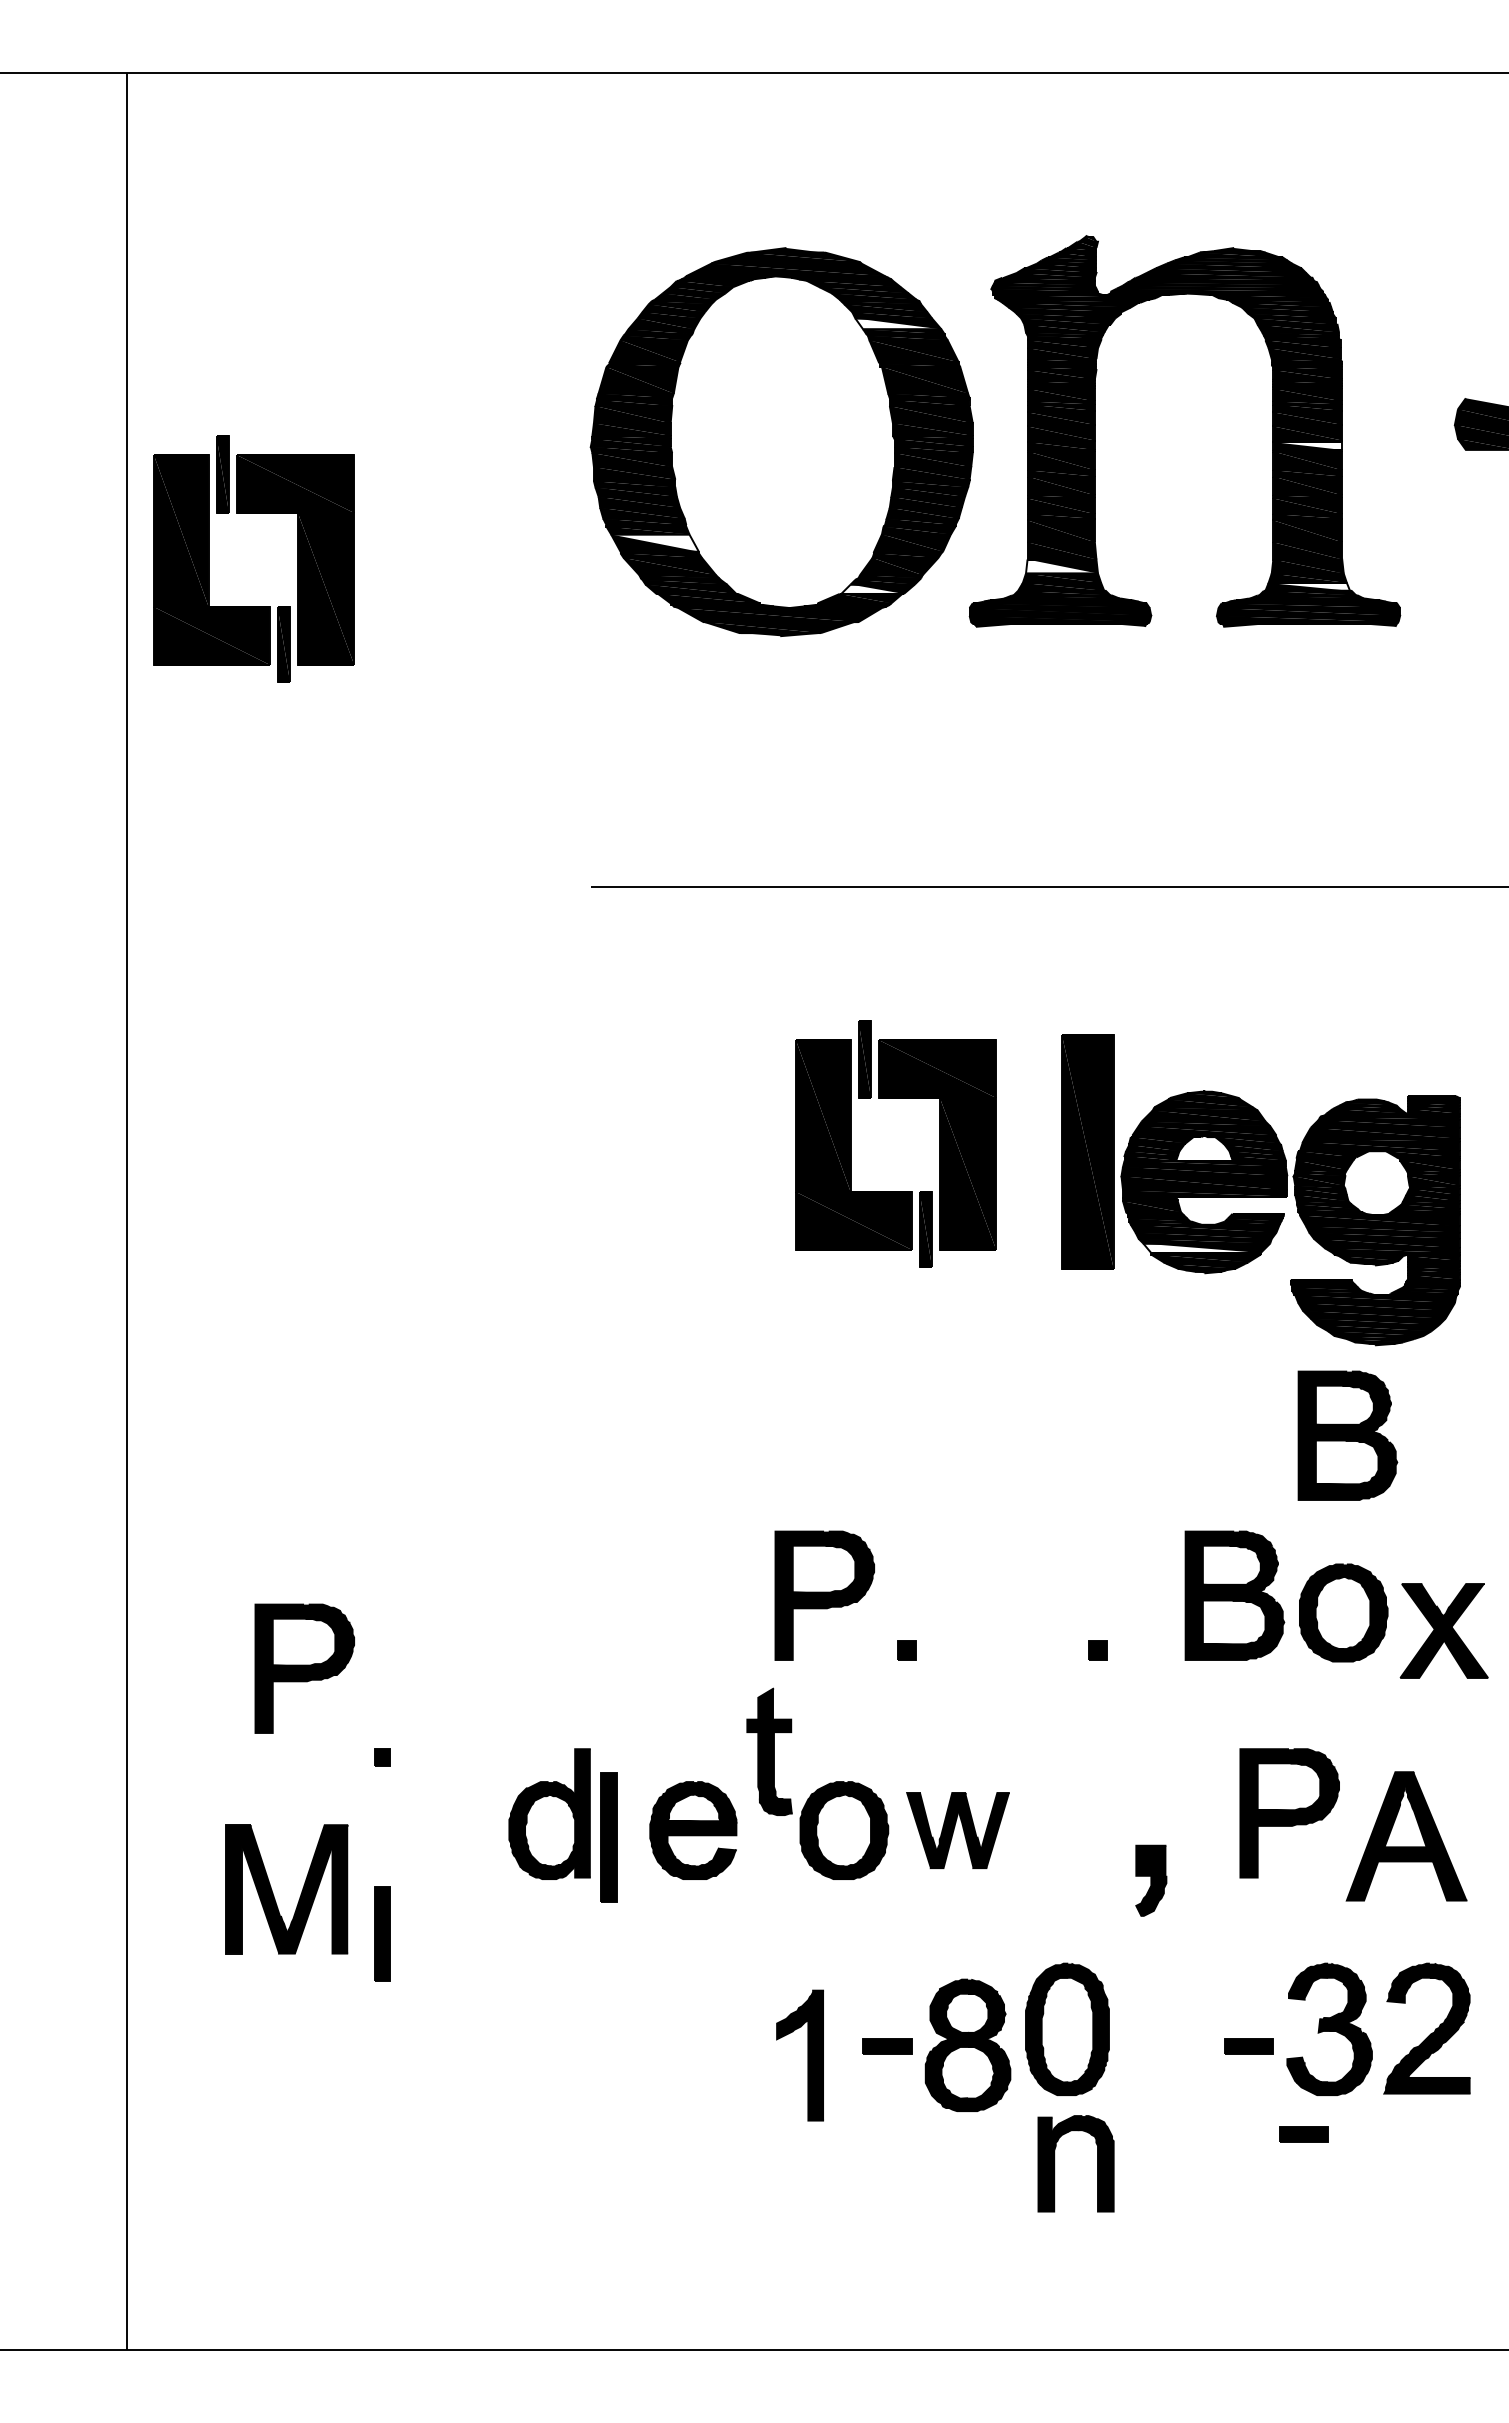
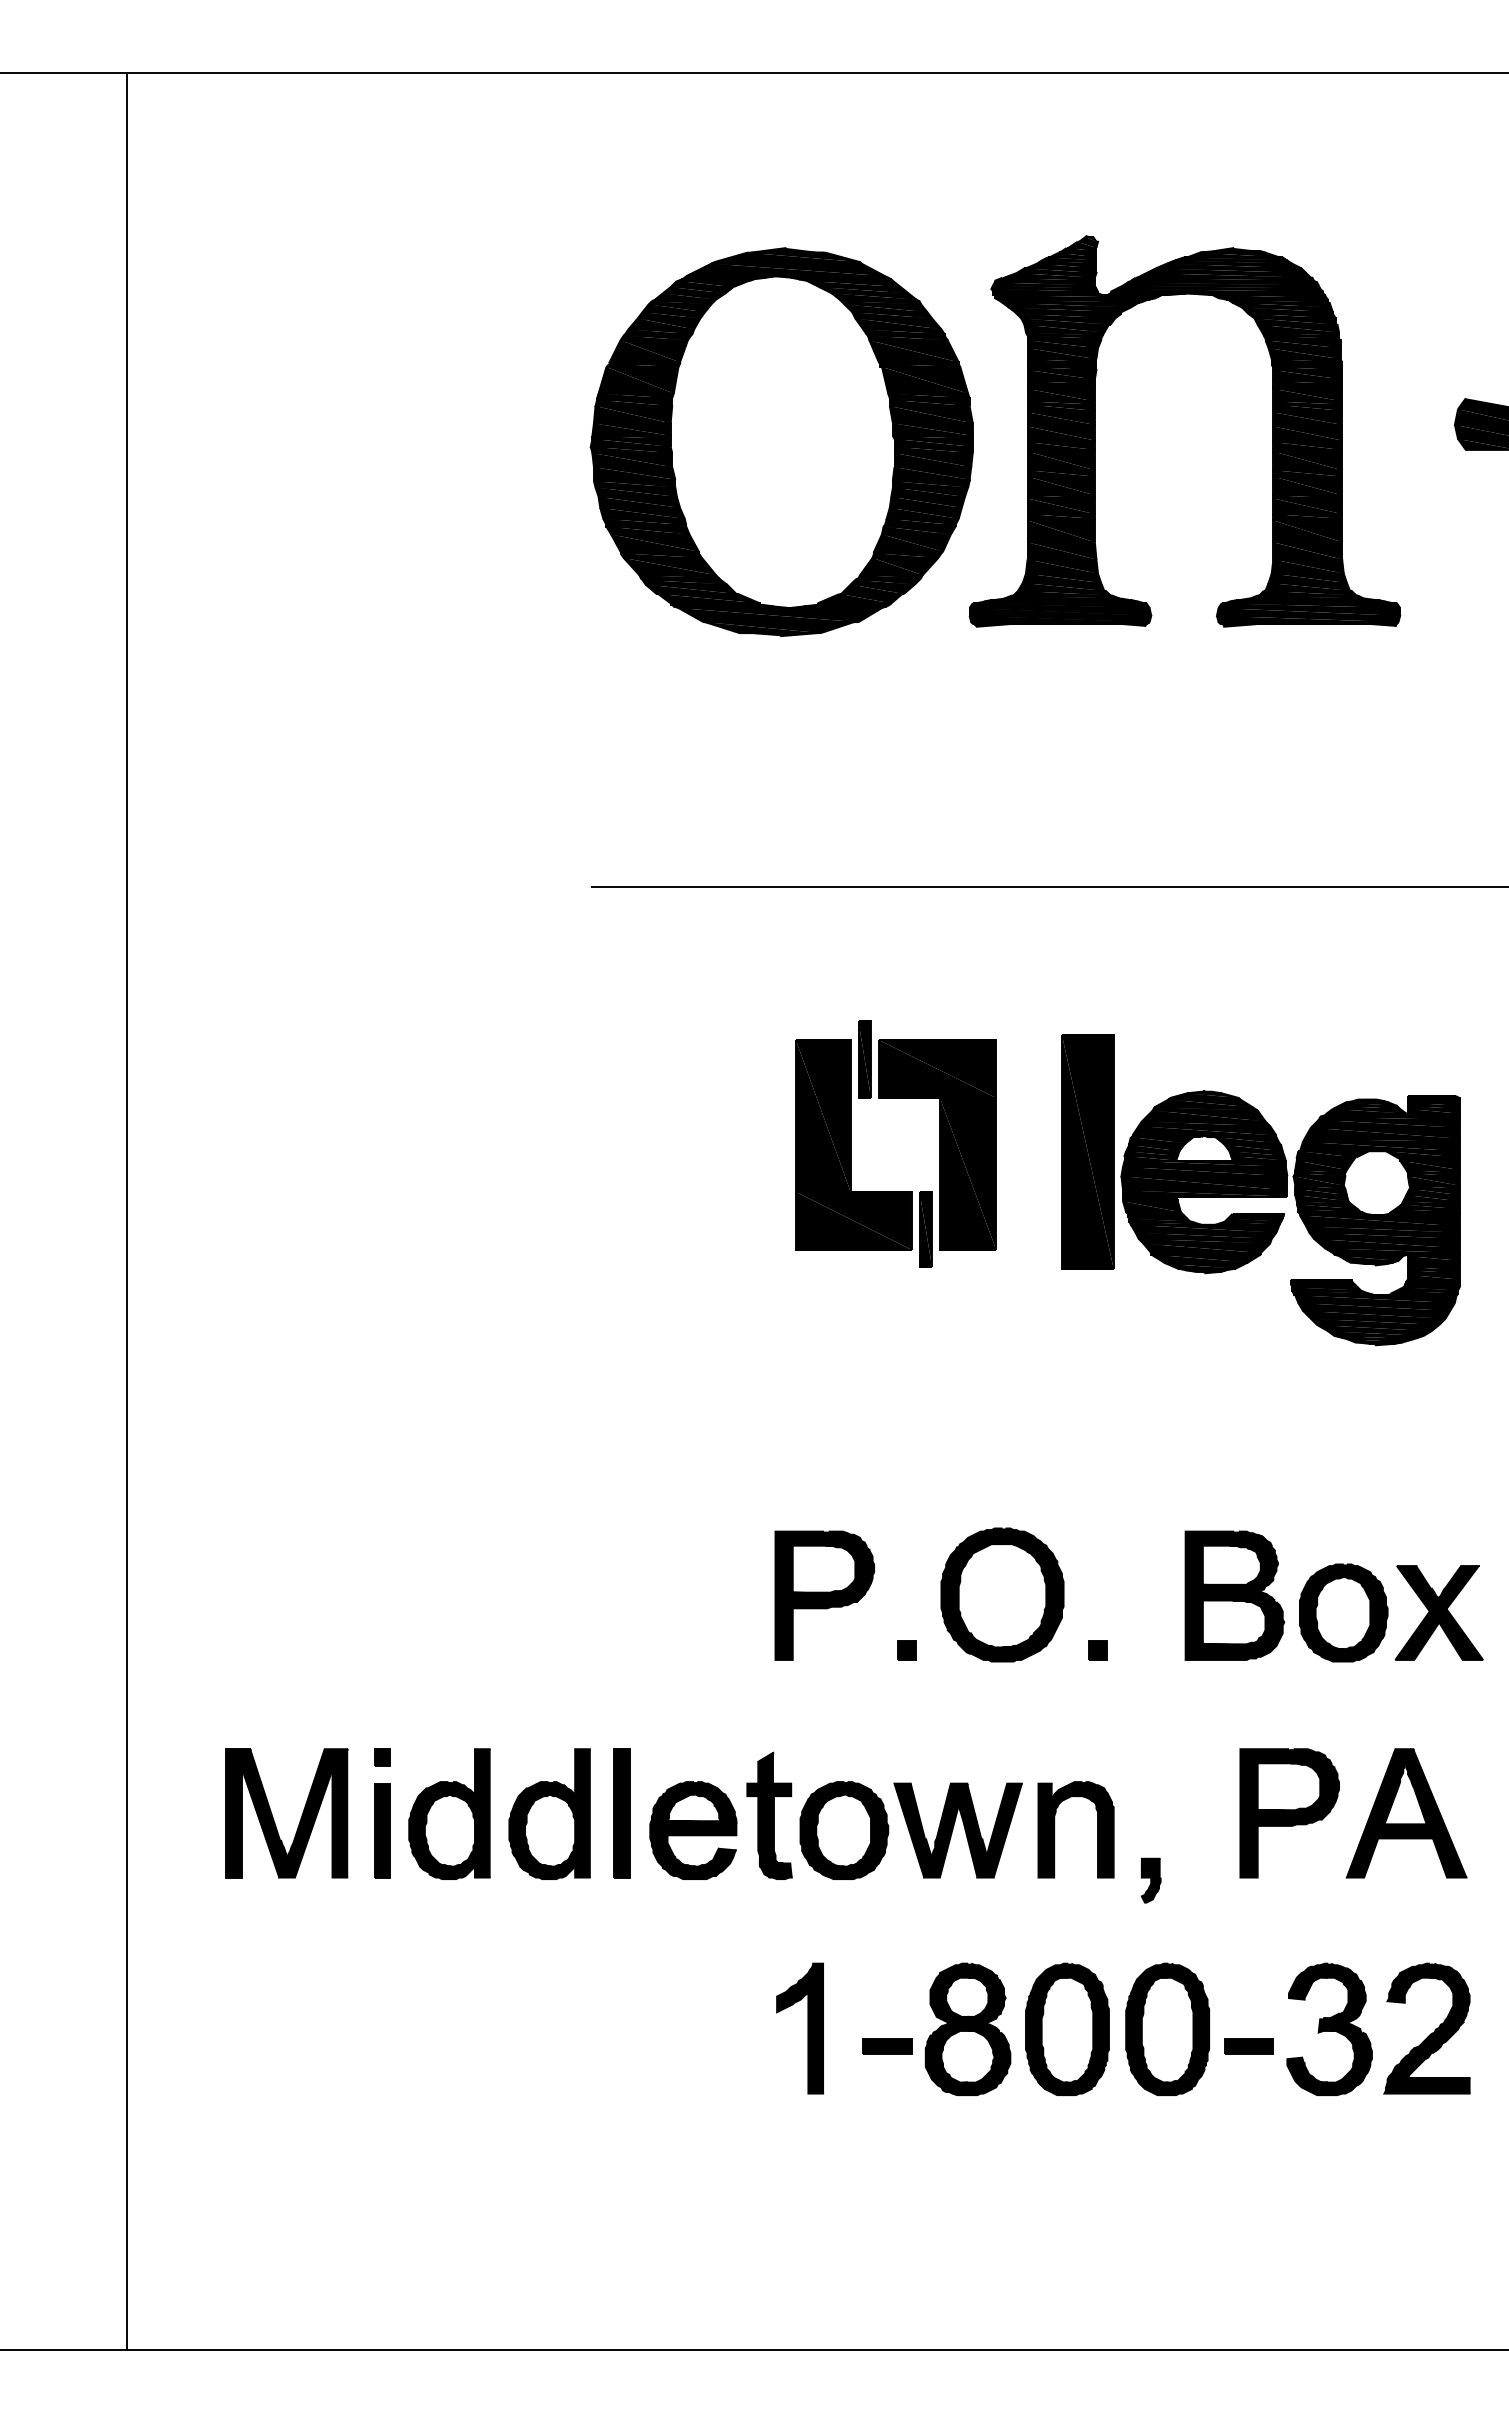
fill at (898, 323): none -> present
fill at (1307, 445): none -> present
fill at (654, 542): none -> present
part at (209, 558): present -> none
fill at (1061, 566): none -> present
fill at (1309, 586): none -> present
fill at (872, 588): none -> present
fill at (1201, 1247): none -> present
part at (1347, 1435): present -> none
part at (1002, 1594): none -> present
part at (1443, 1630) position: (1443, 1630) -> (1438, 1612)
part at (304, 1668): present -> none
part at (769, 1751) position: (769, 1751) -> (769, 1815)
part at (449, 1813): none -> present
part at (957, 1830) size: 104x77 px -> 130x97 px
part at (1406, 1836) position: (1406, 1836) -> (1406, 1813)
part at (608, 1837) position: (608, 1837) -> (621, 1813)
part at (1151, 1880) size: 33x73 px -> 22x47 px
part at (273, 1892) position: (273, 1892) -> (273, 1816)
part at (382, 1933) position: (382, 1933) -> (382, 1830)
part at (1167, 2028): none -> present
part at (967, 2044) position: (967, 2044) -> (967, 2028)
part at (807, 2055) position: (807, 2055) -> (807, 2028)
part at (1303, 2134): present -> none
part at (1055, 2163) position: (1055, 2163) -> (1055, 1829)
